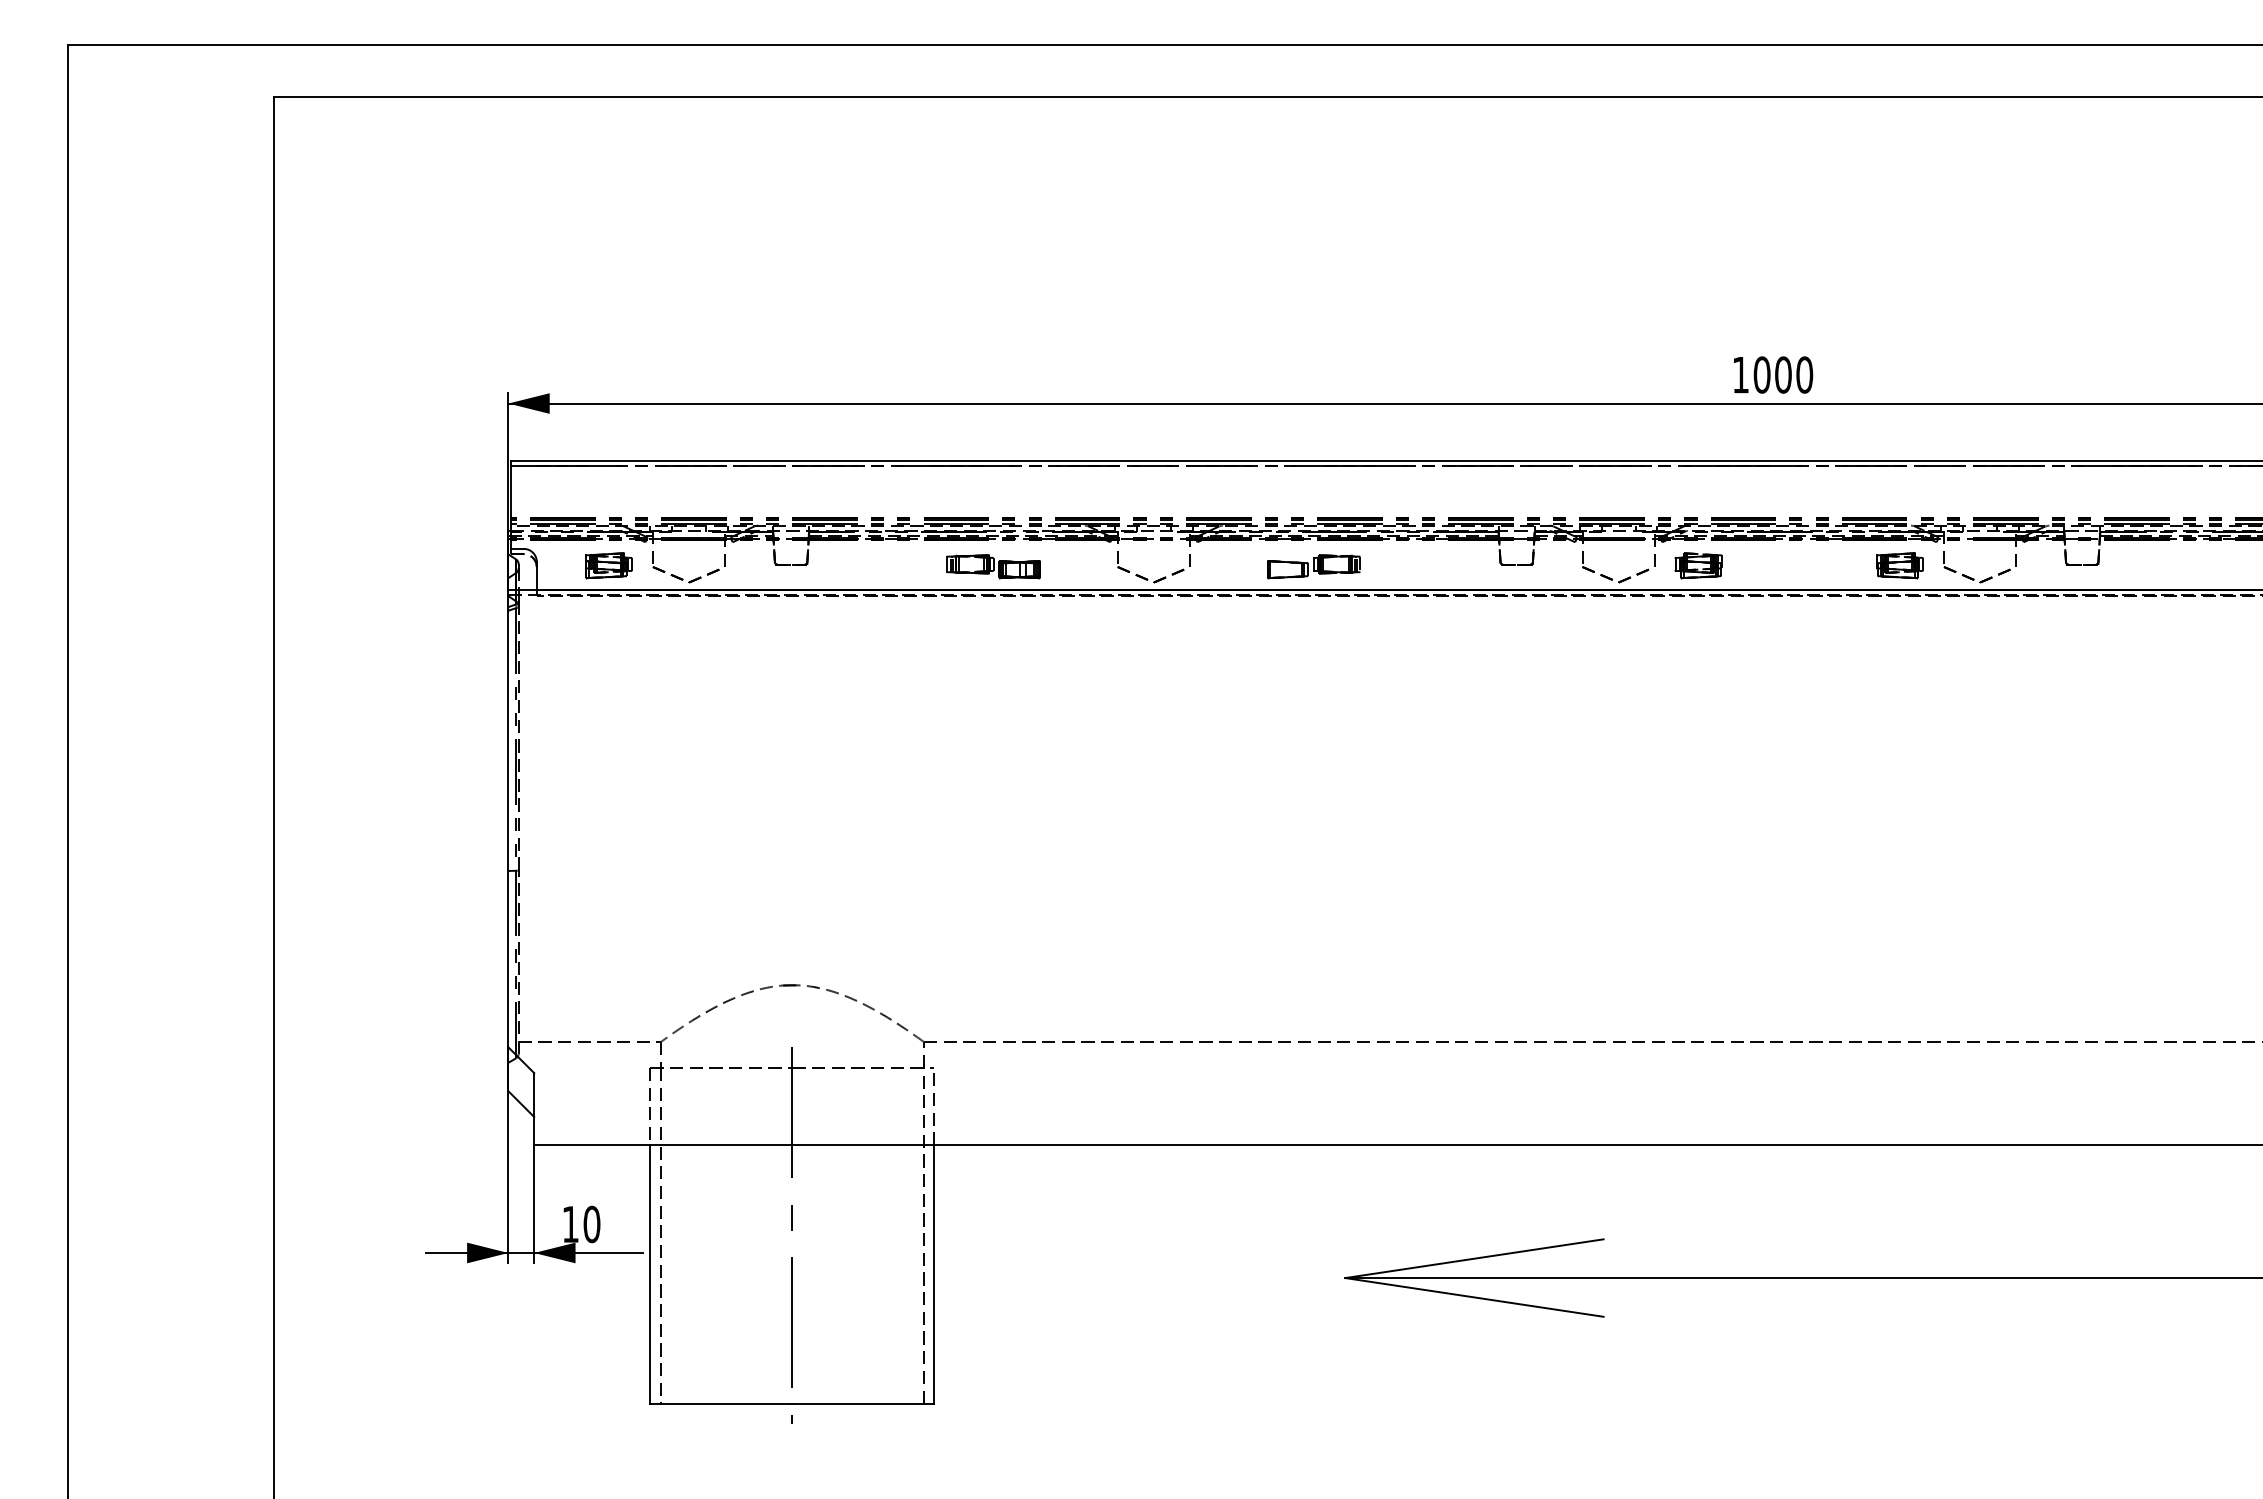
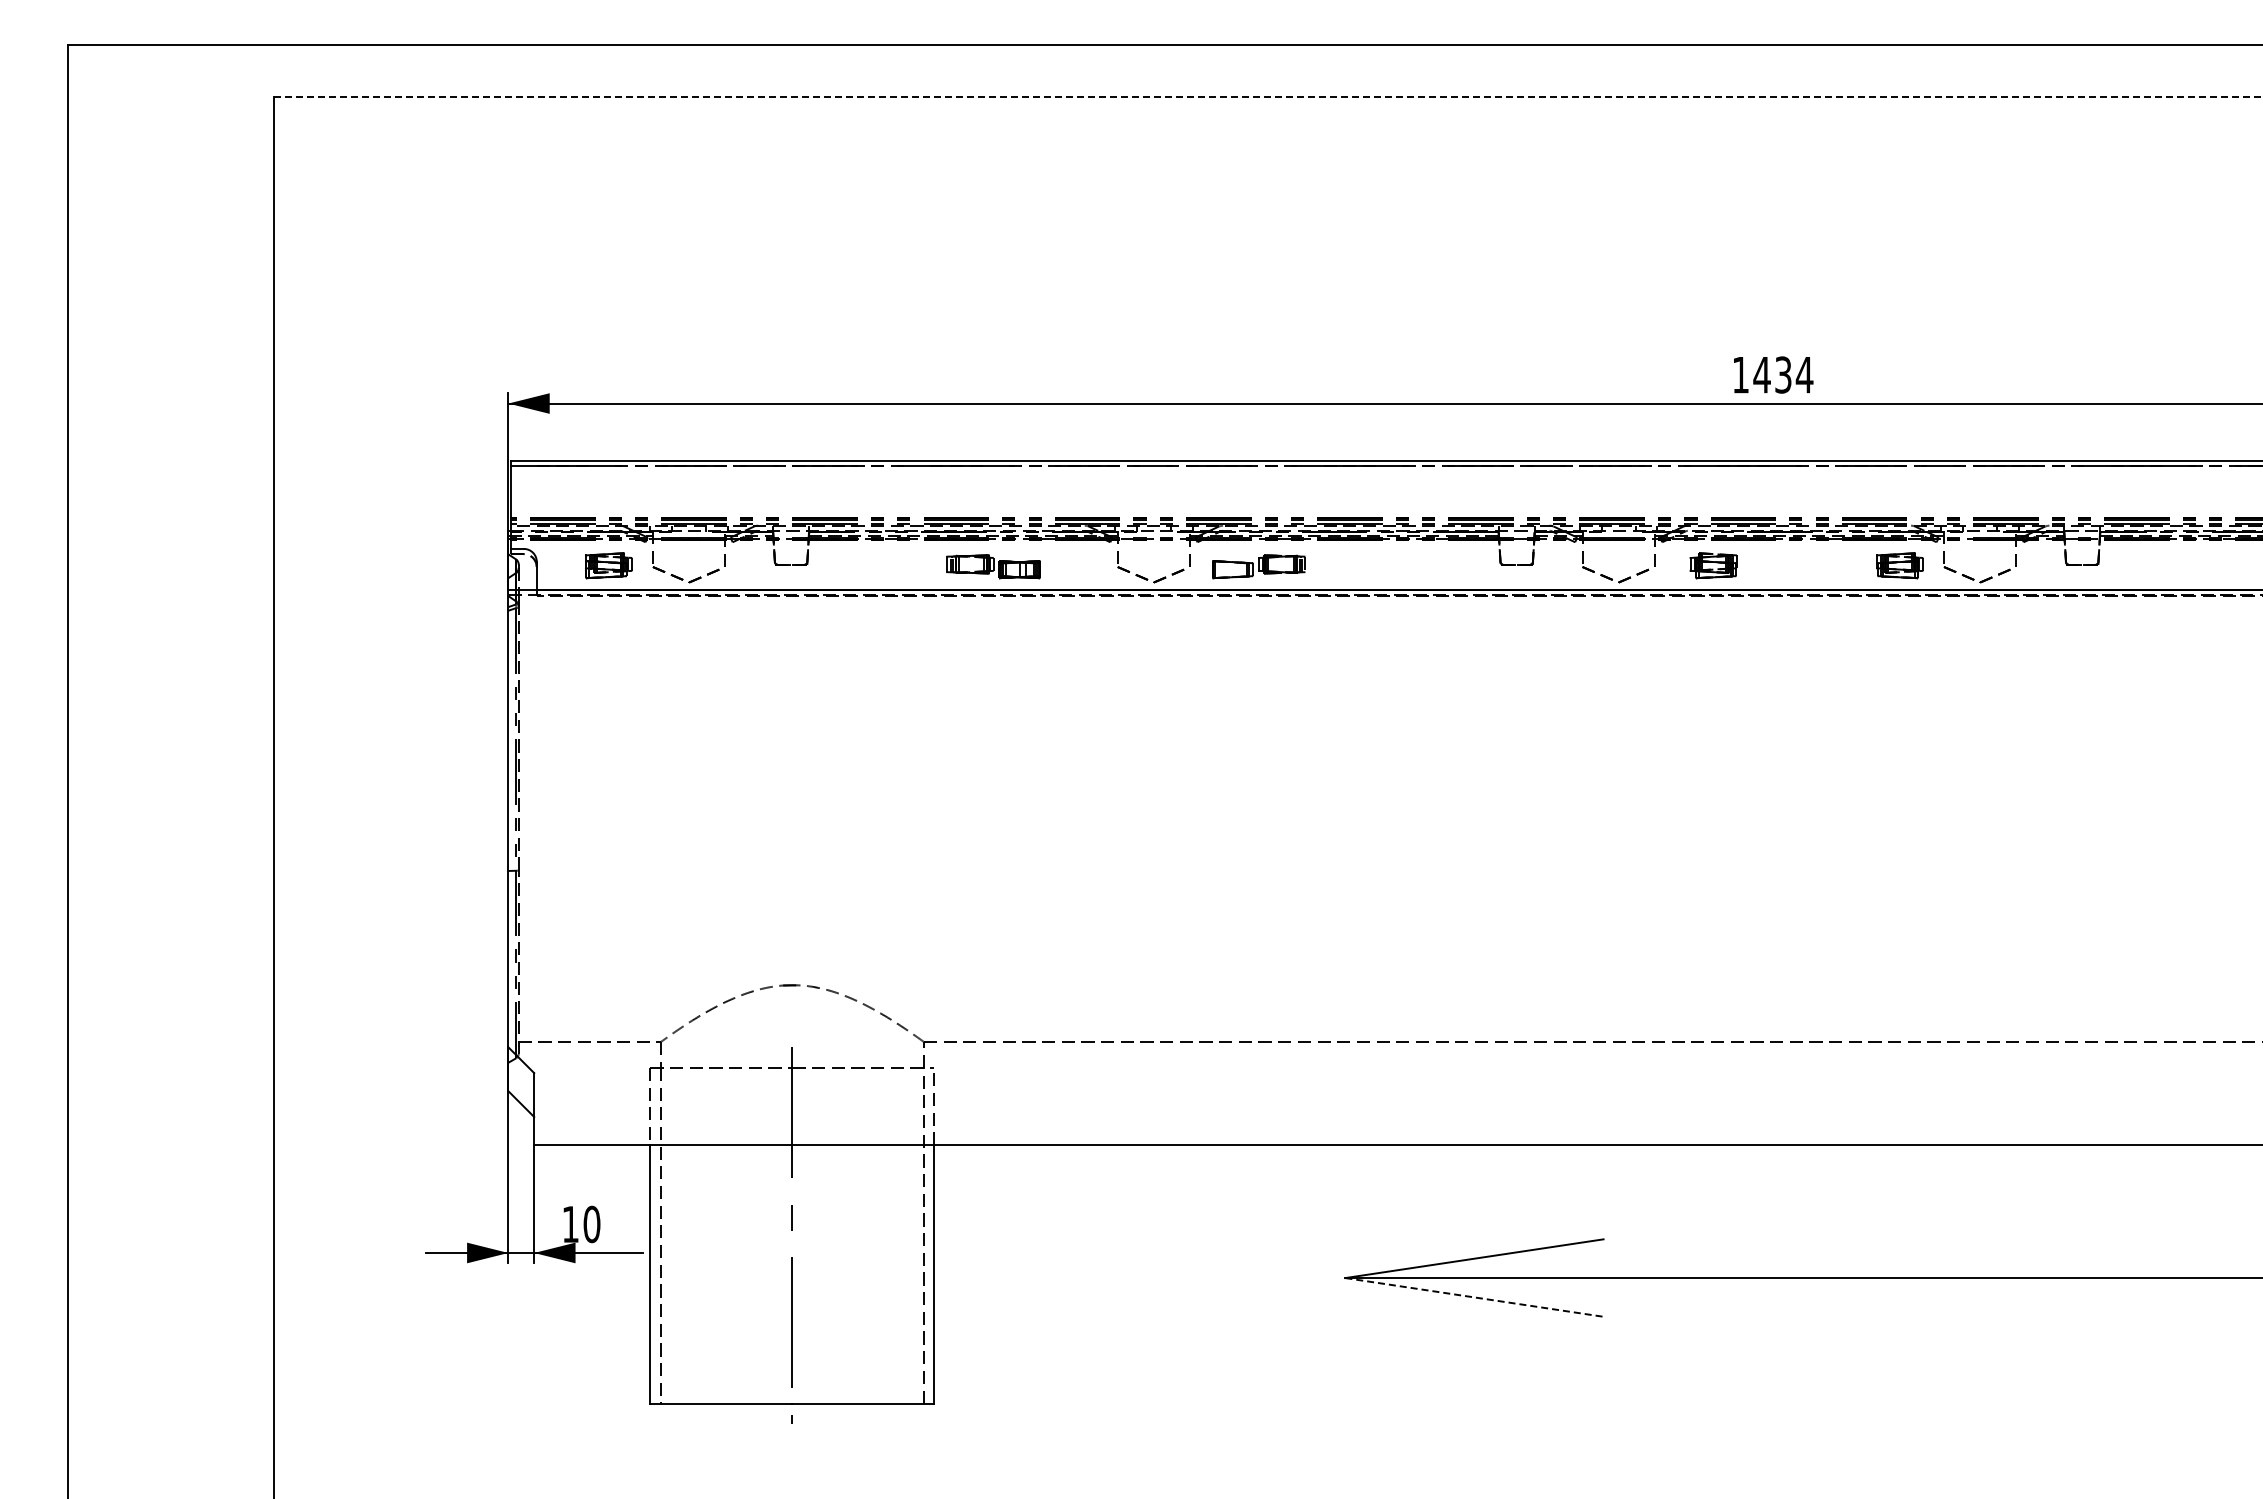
line at (1268, 96): solid -> dashed
text at (1783, 374): 1000 -> 1434
part at (1698, 565) position: (1698, 565) -> (1713, 565)
part at (1313, 566) position: (1313, 566) -> (1258, 566)
line at (1474, 1297): solid -> dashed
